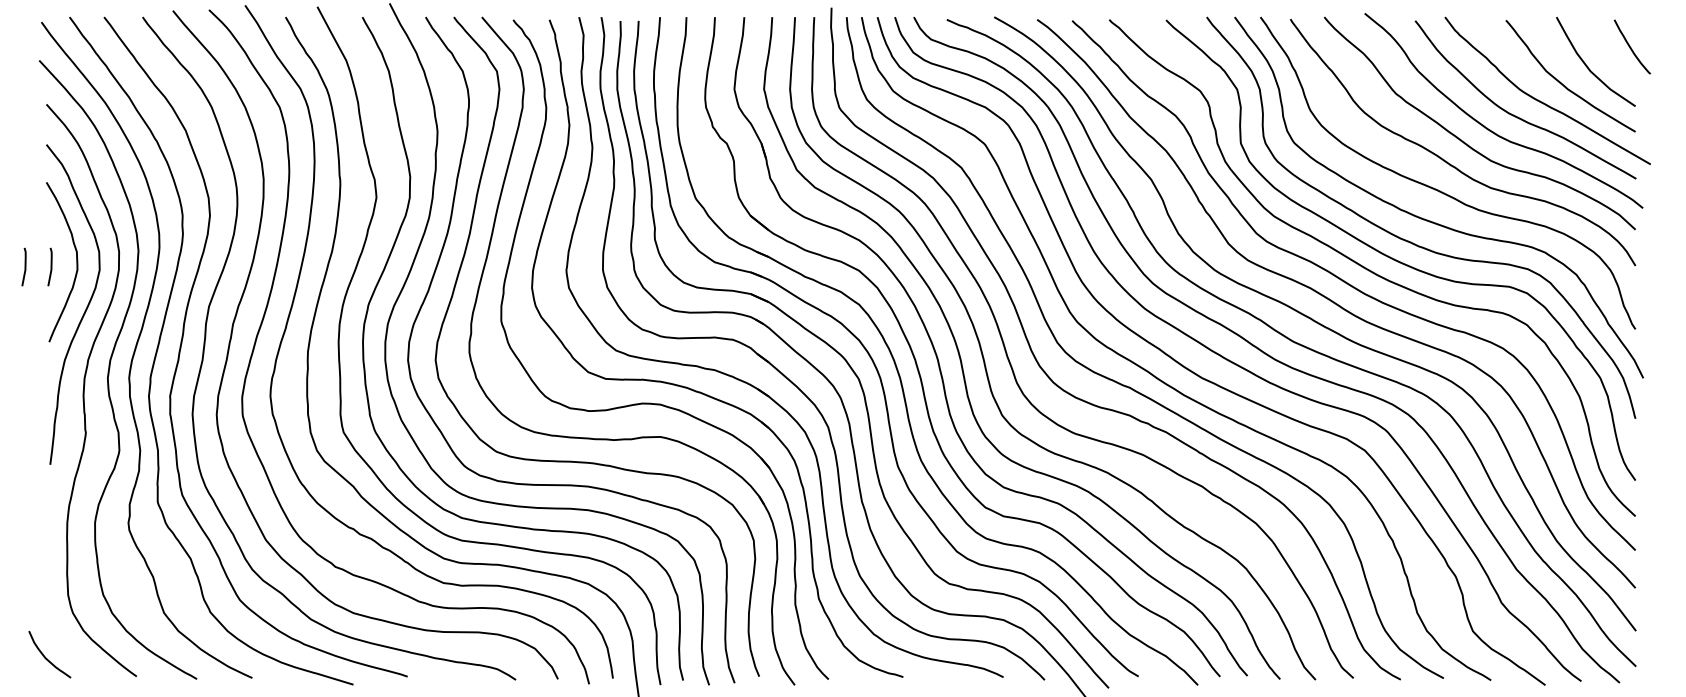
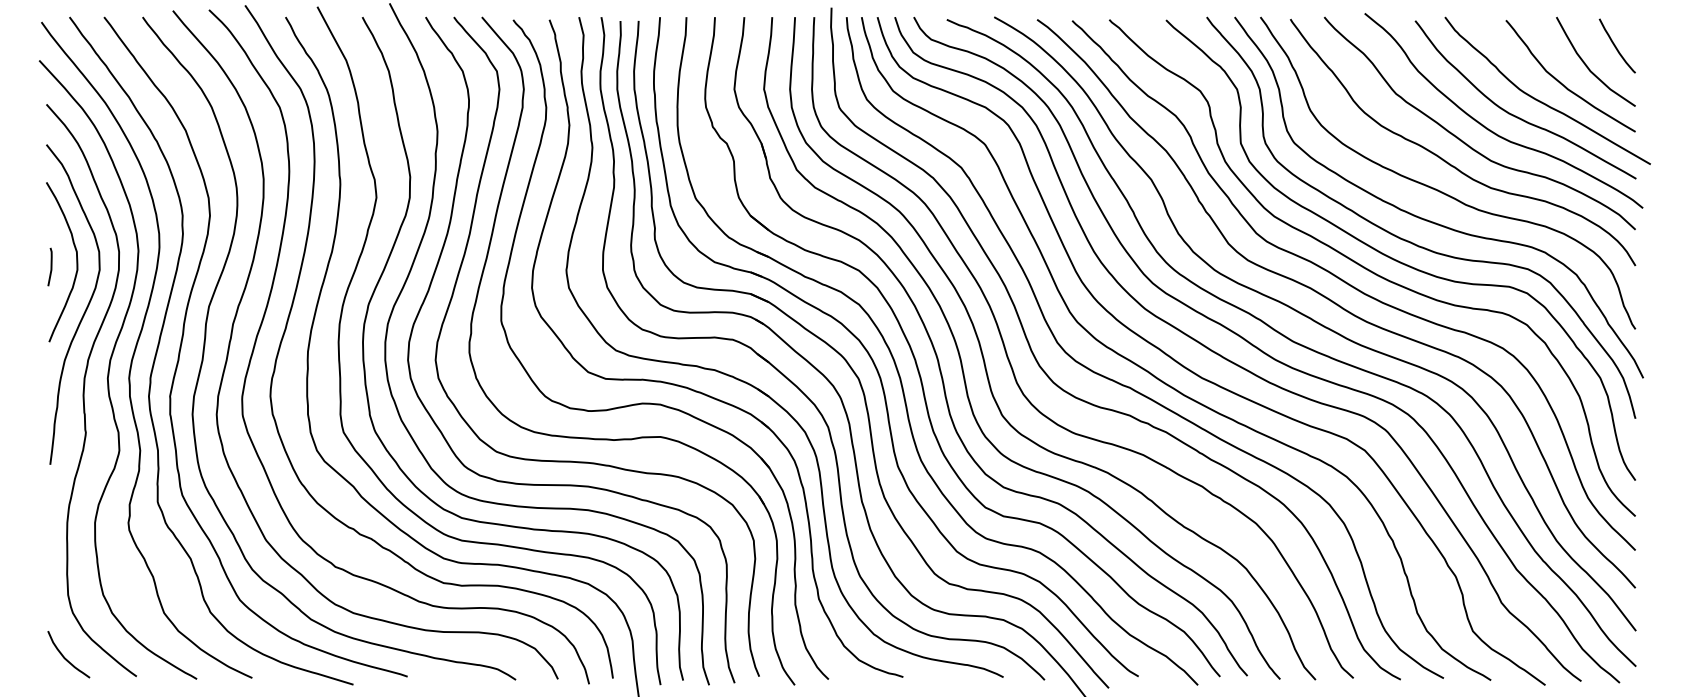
curve at (1630, 46) position: (1630, 46) -> (1615, 45)
line at (24, 266): present -> none
curve at (46, 657) position: (46, 657) -> (65, 657)
